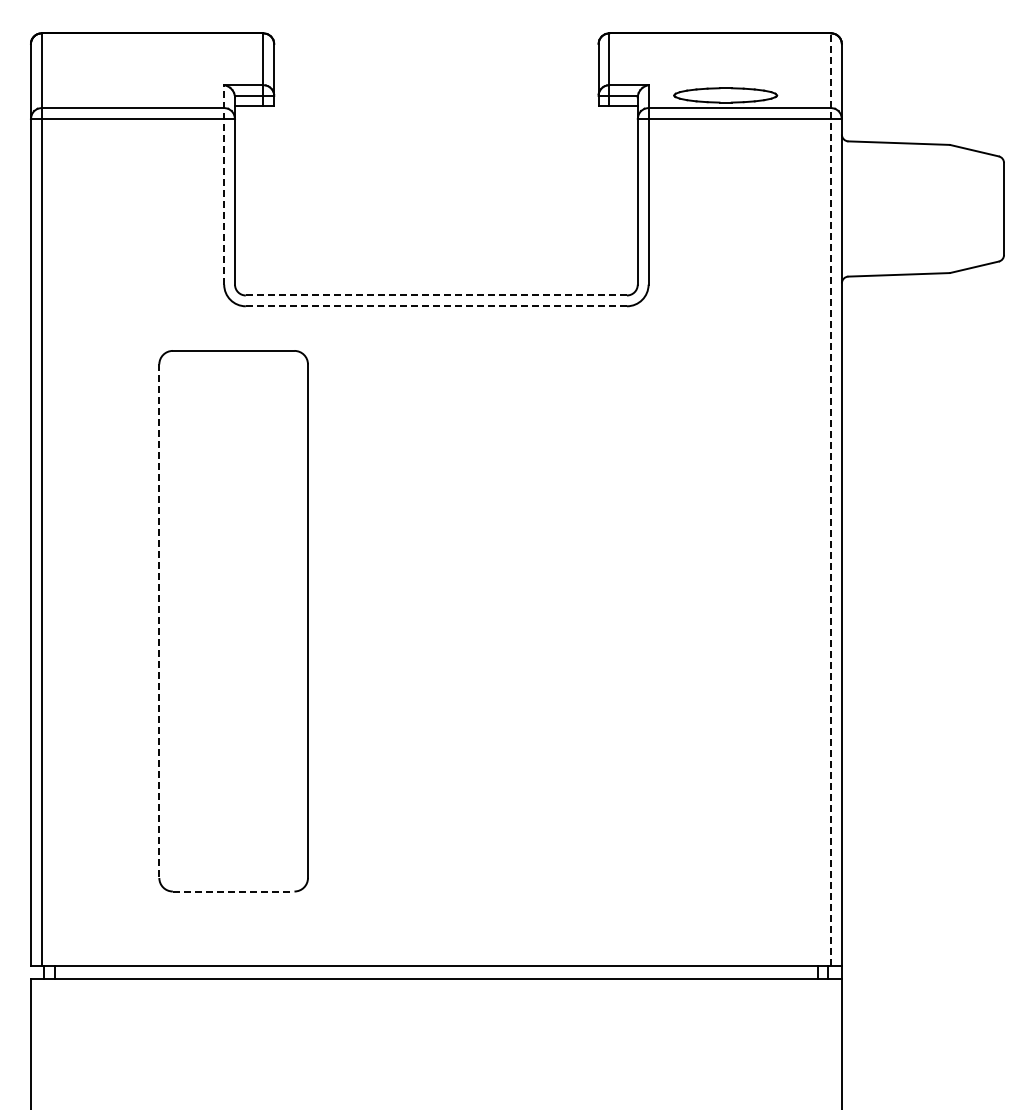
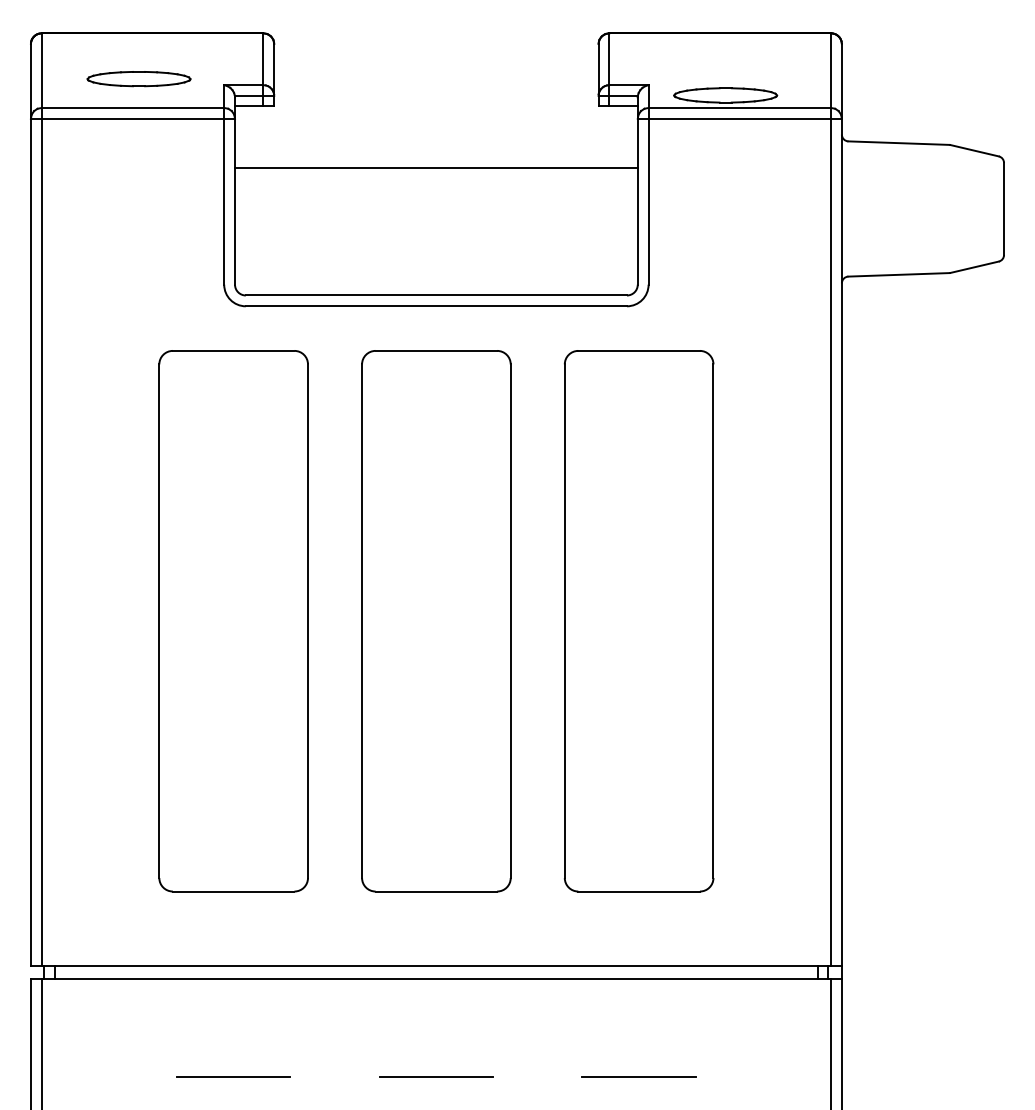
part at (138, 79): none -> present
line at (436, 168): none -> present
line at (224, 184): dashed -> solid
line at (436, 295): dashed -> solid
line at (436, 306): dashed -> solid
line at (831, 499): dashed -> solid
line at (159, 621): dashed -> solid
part at (436, 621): none -> present
part at (638, 621): none -> present
line at (233, 891): dashed -> solid
line at (41, 1042): none -> present
line at (831, 1042): none -> present
line at (233, 1076): none -> present
line at (436, 1076): none -> present
line at (638, 1076): none -> present
